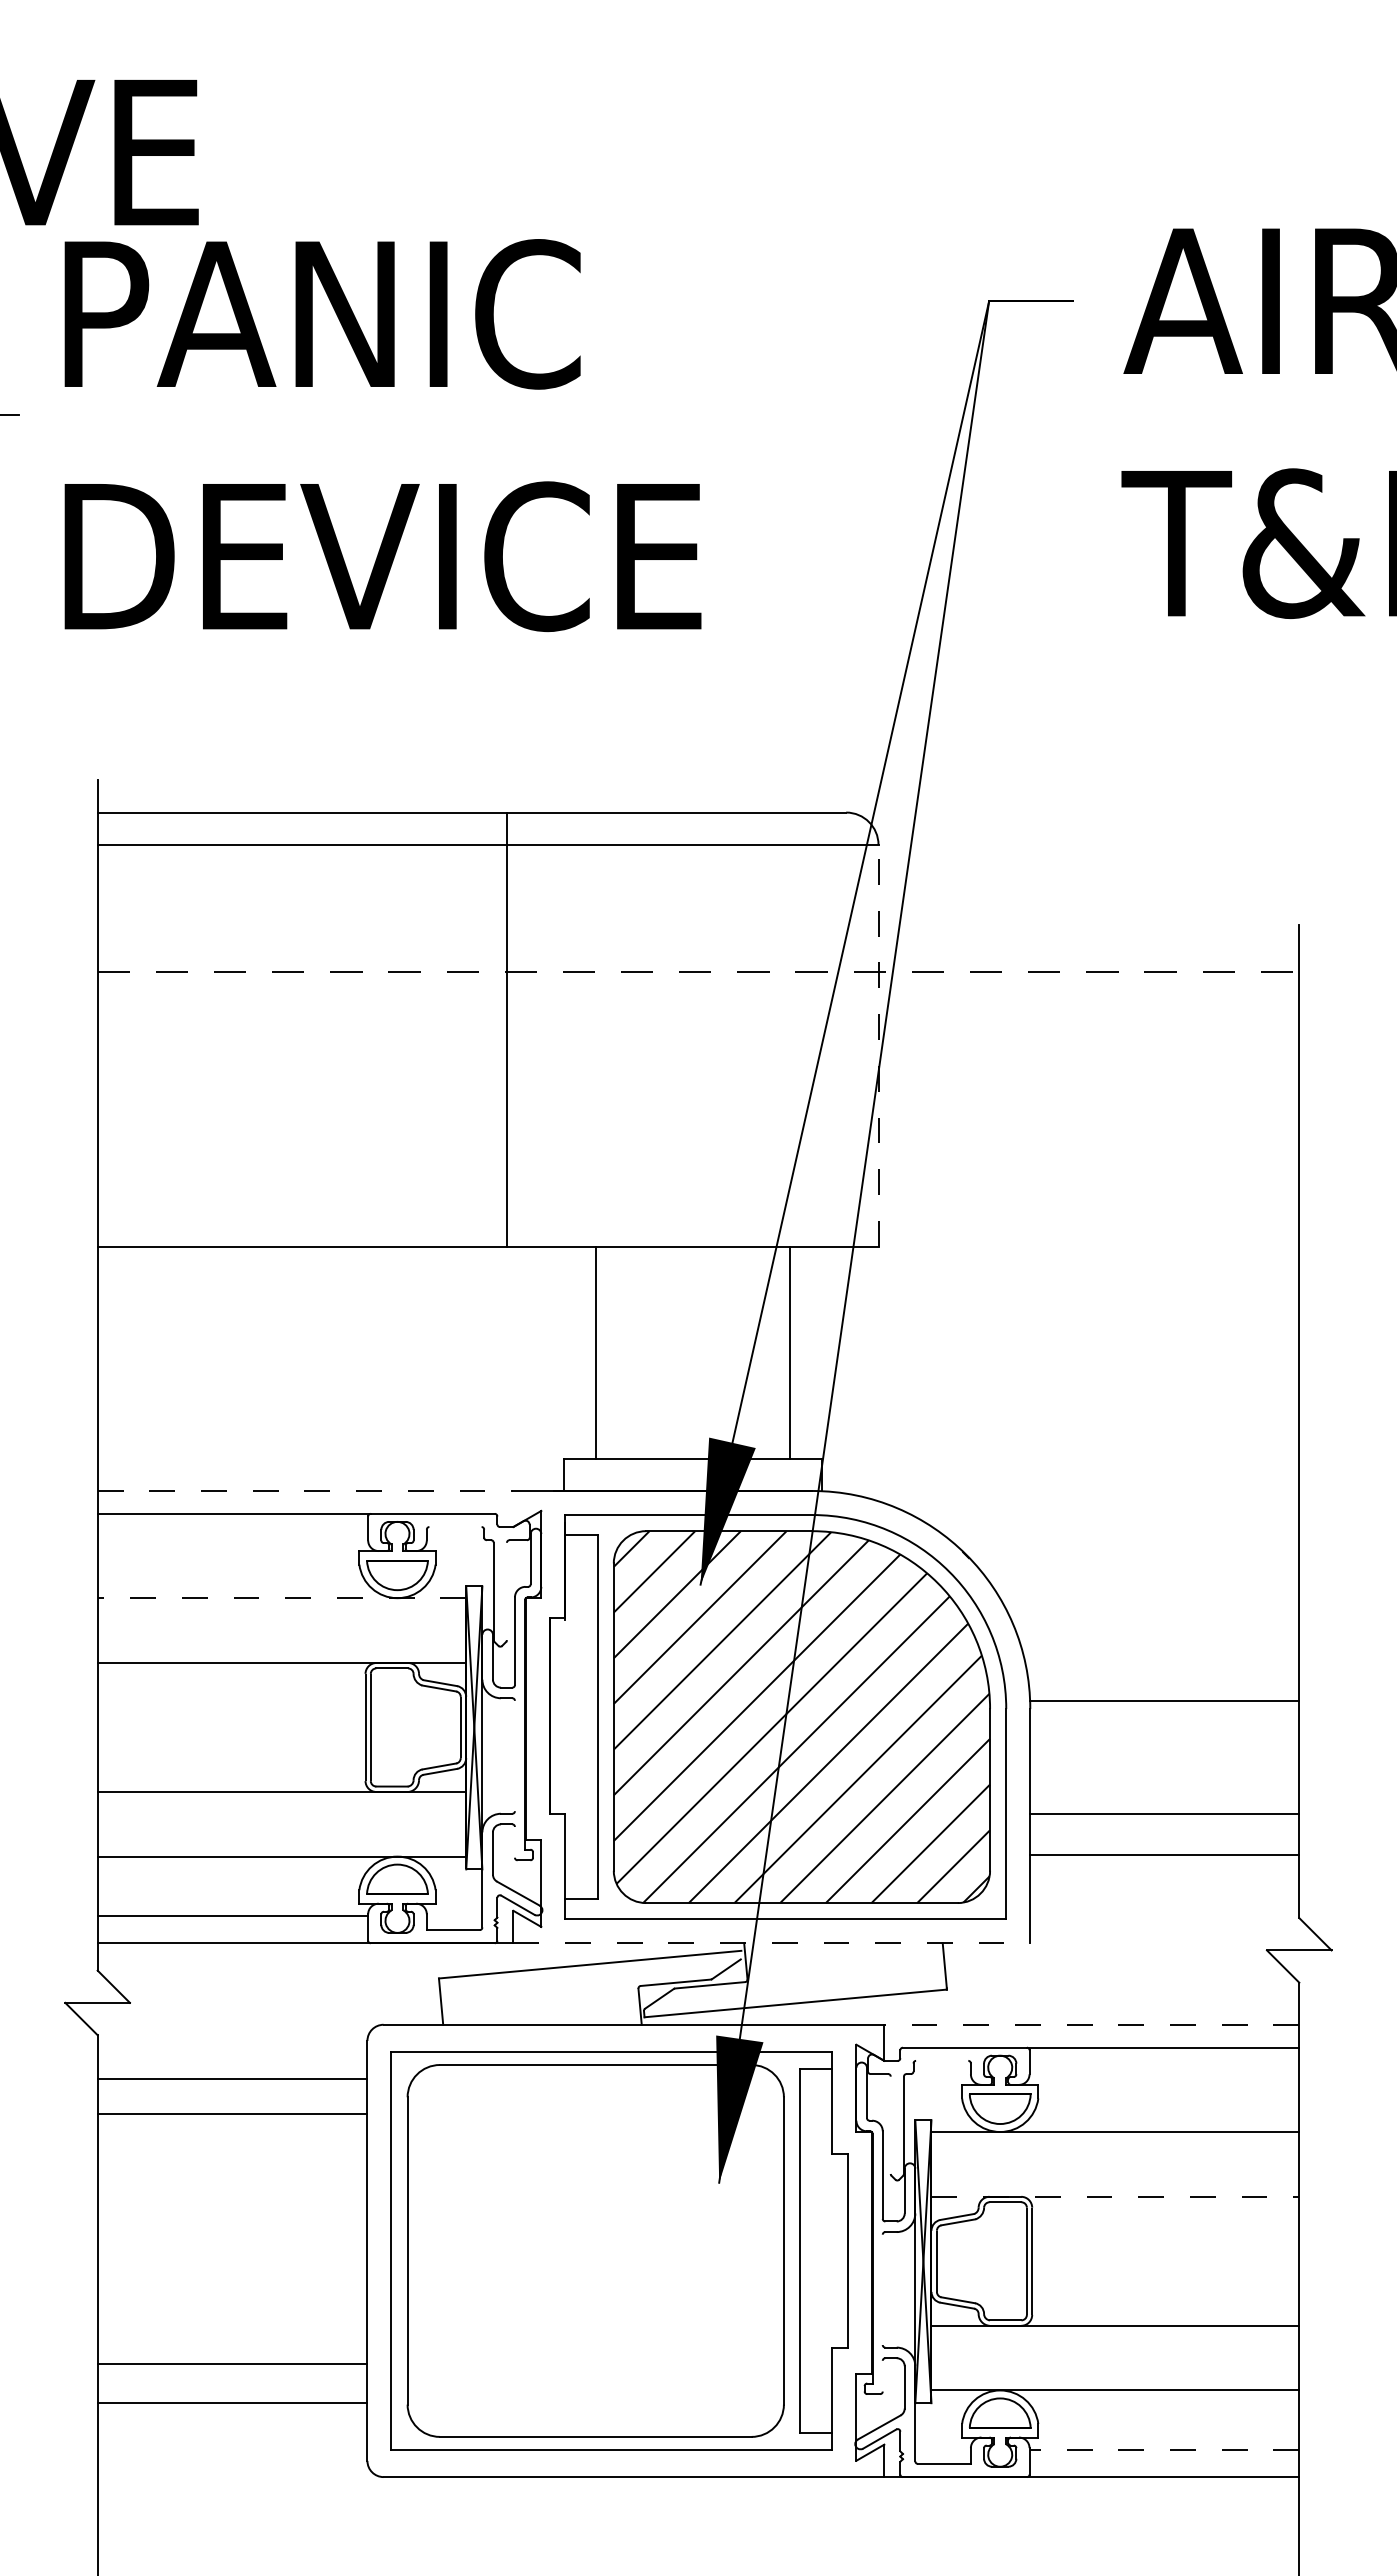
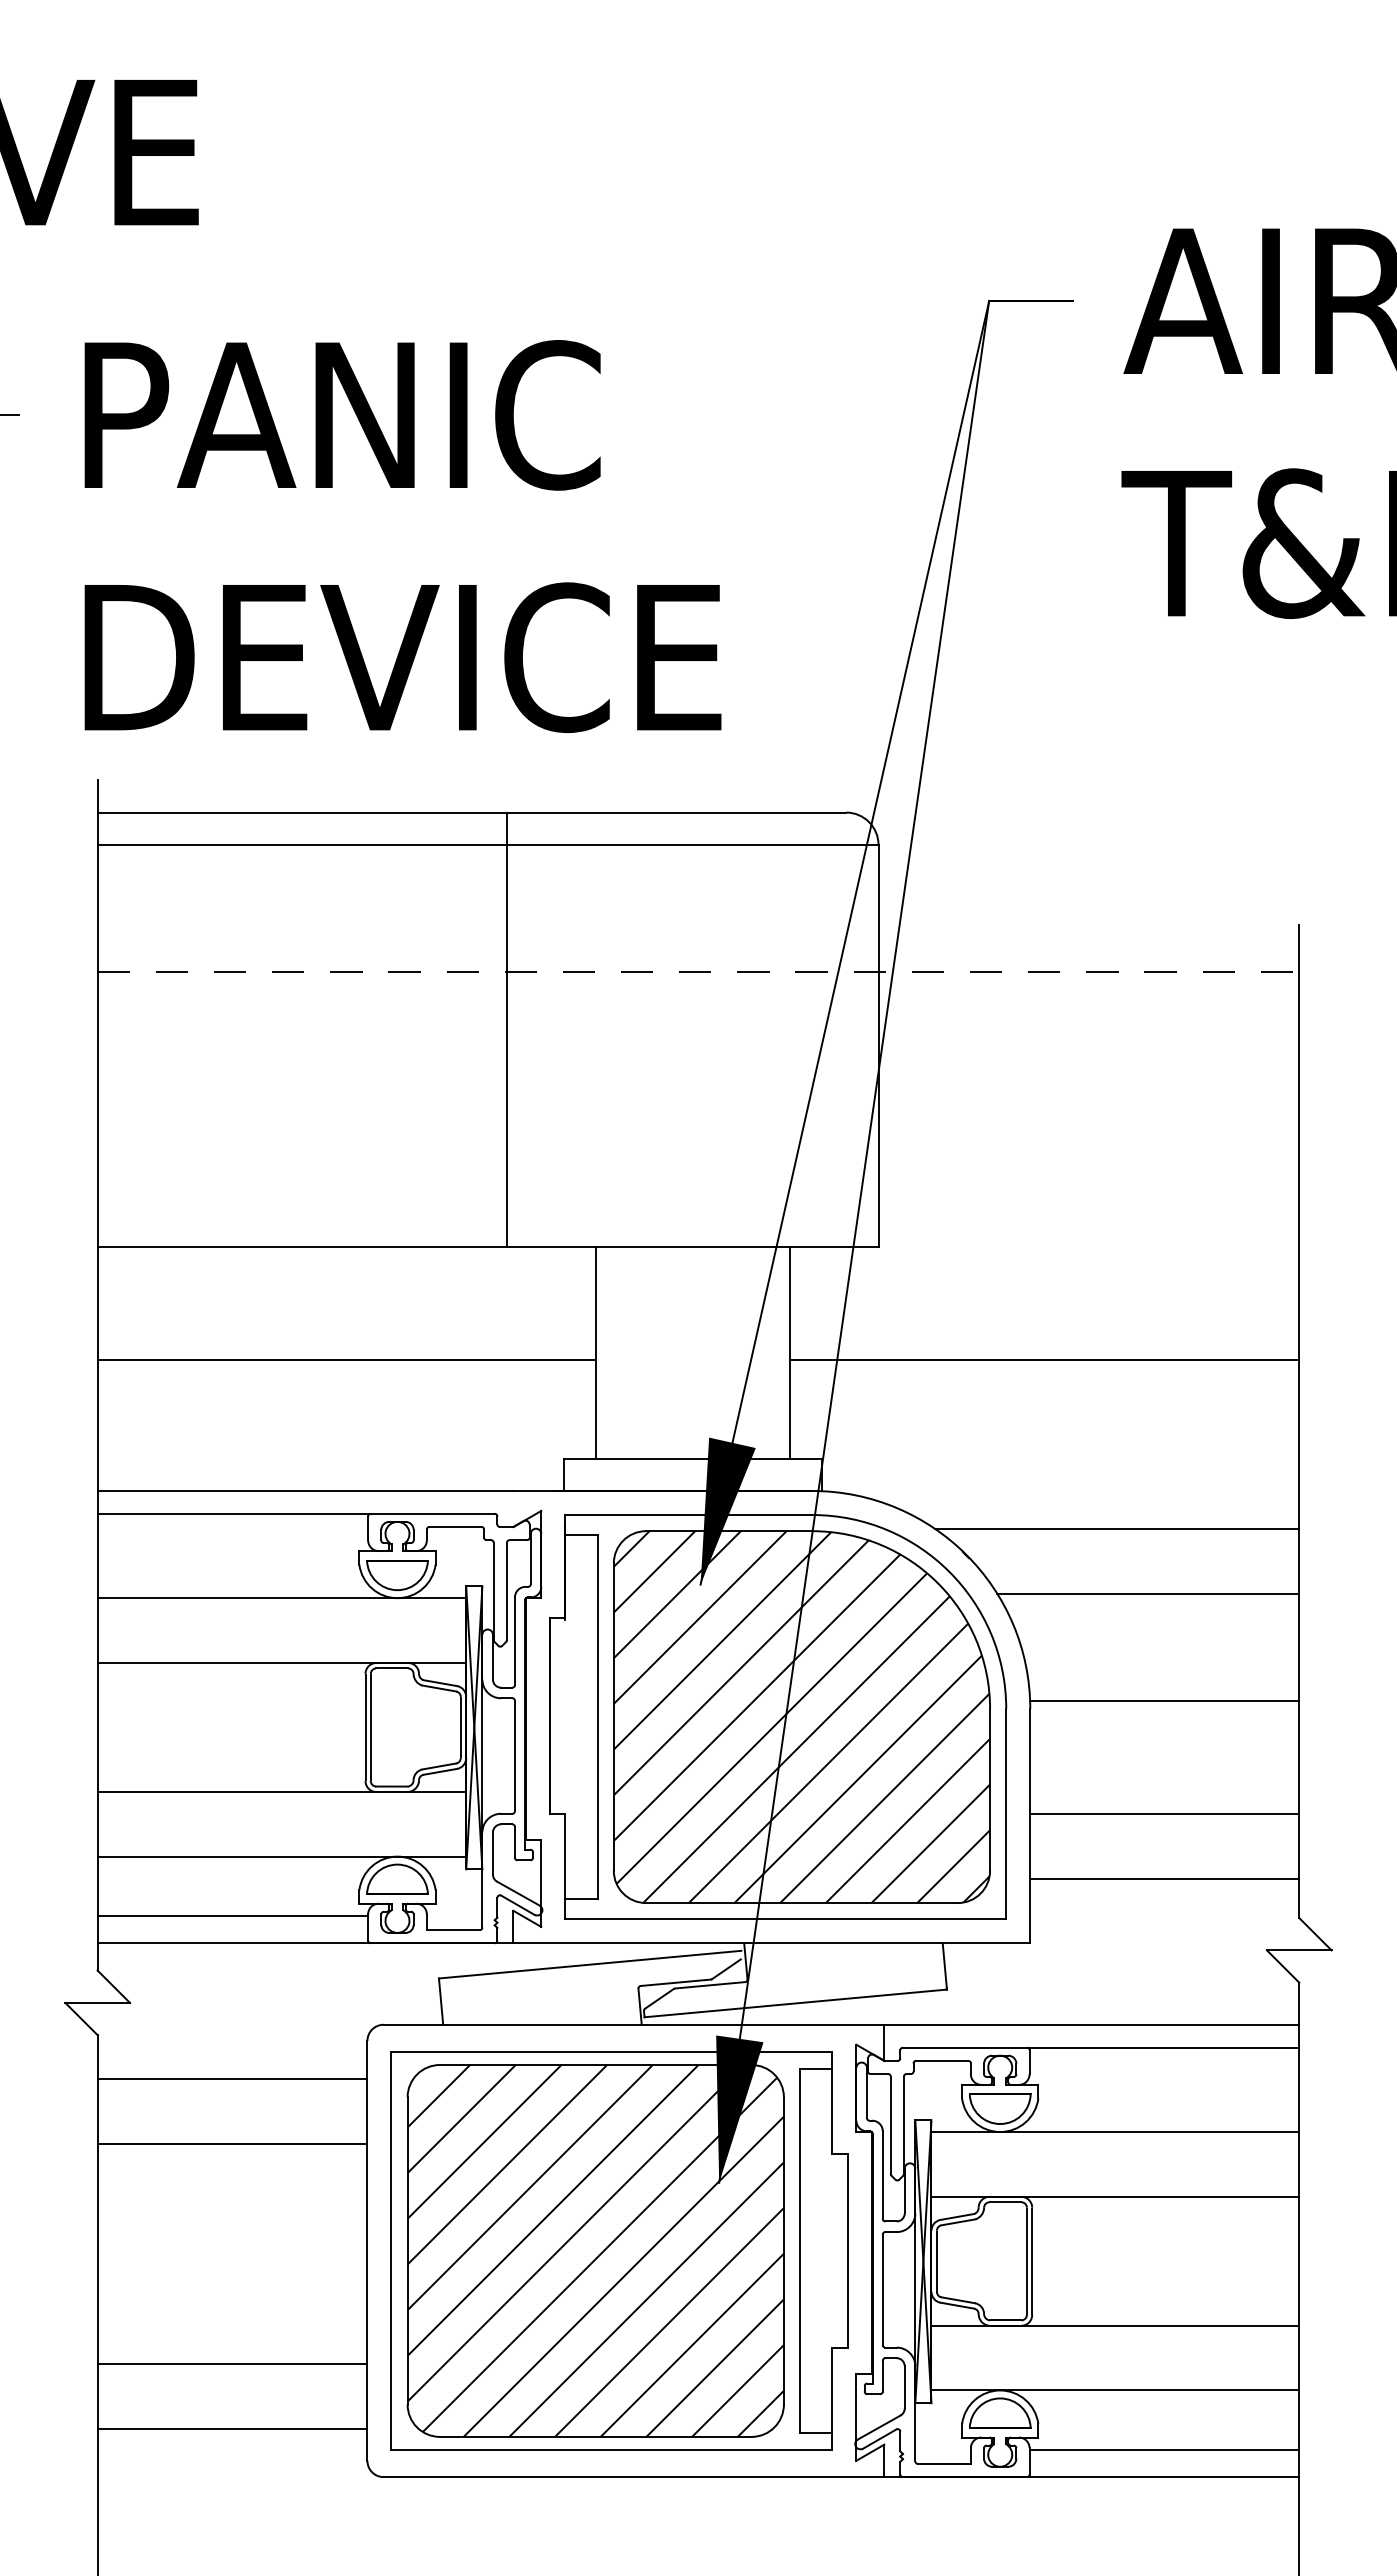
text at (382, 435) position: (382, 435) -> (402, 536)
line at (878, 1045): dashed -> solid
line at (346, 1359): none -> present
line at (1044, 1359): none -> present
line at (305, 1490): dashed -> solid
line at (455, 1527): none -> present
line at (1117, 1528): none -> present
line at (506, 1591): none -> present
line at (1148, 1593): none -> present
line at (281, 1598): dashed -> solid
line at (514, 1755): none -> present
line at (514, 1841): none -> present
line at (1164, 1854) position: (1164, 1854) -> (1164, 1878)
line at (772, 1943): dashed -> solid
line at (1091, 2024): dashed -> solid
line at (942, 2060): none -> present
line at (232, 2113) position: (232, 2113) -> (232, 2143)
line at (890, 2124): none -> present
line at (1115, 2196): dashed -> solid
hatch at (595, 2250): none -> present
line at (882, 2289): none -> present
line at (882, 2375): none -> present
line at (232, 2403) position: (232, 2403) -> (232, 2429)
line at (1164, 2449): dashed -> solid
